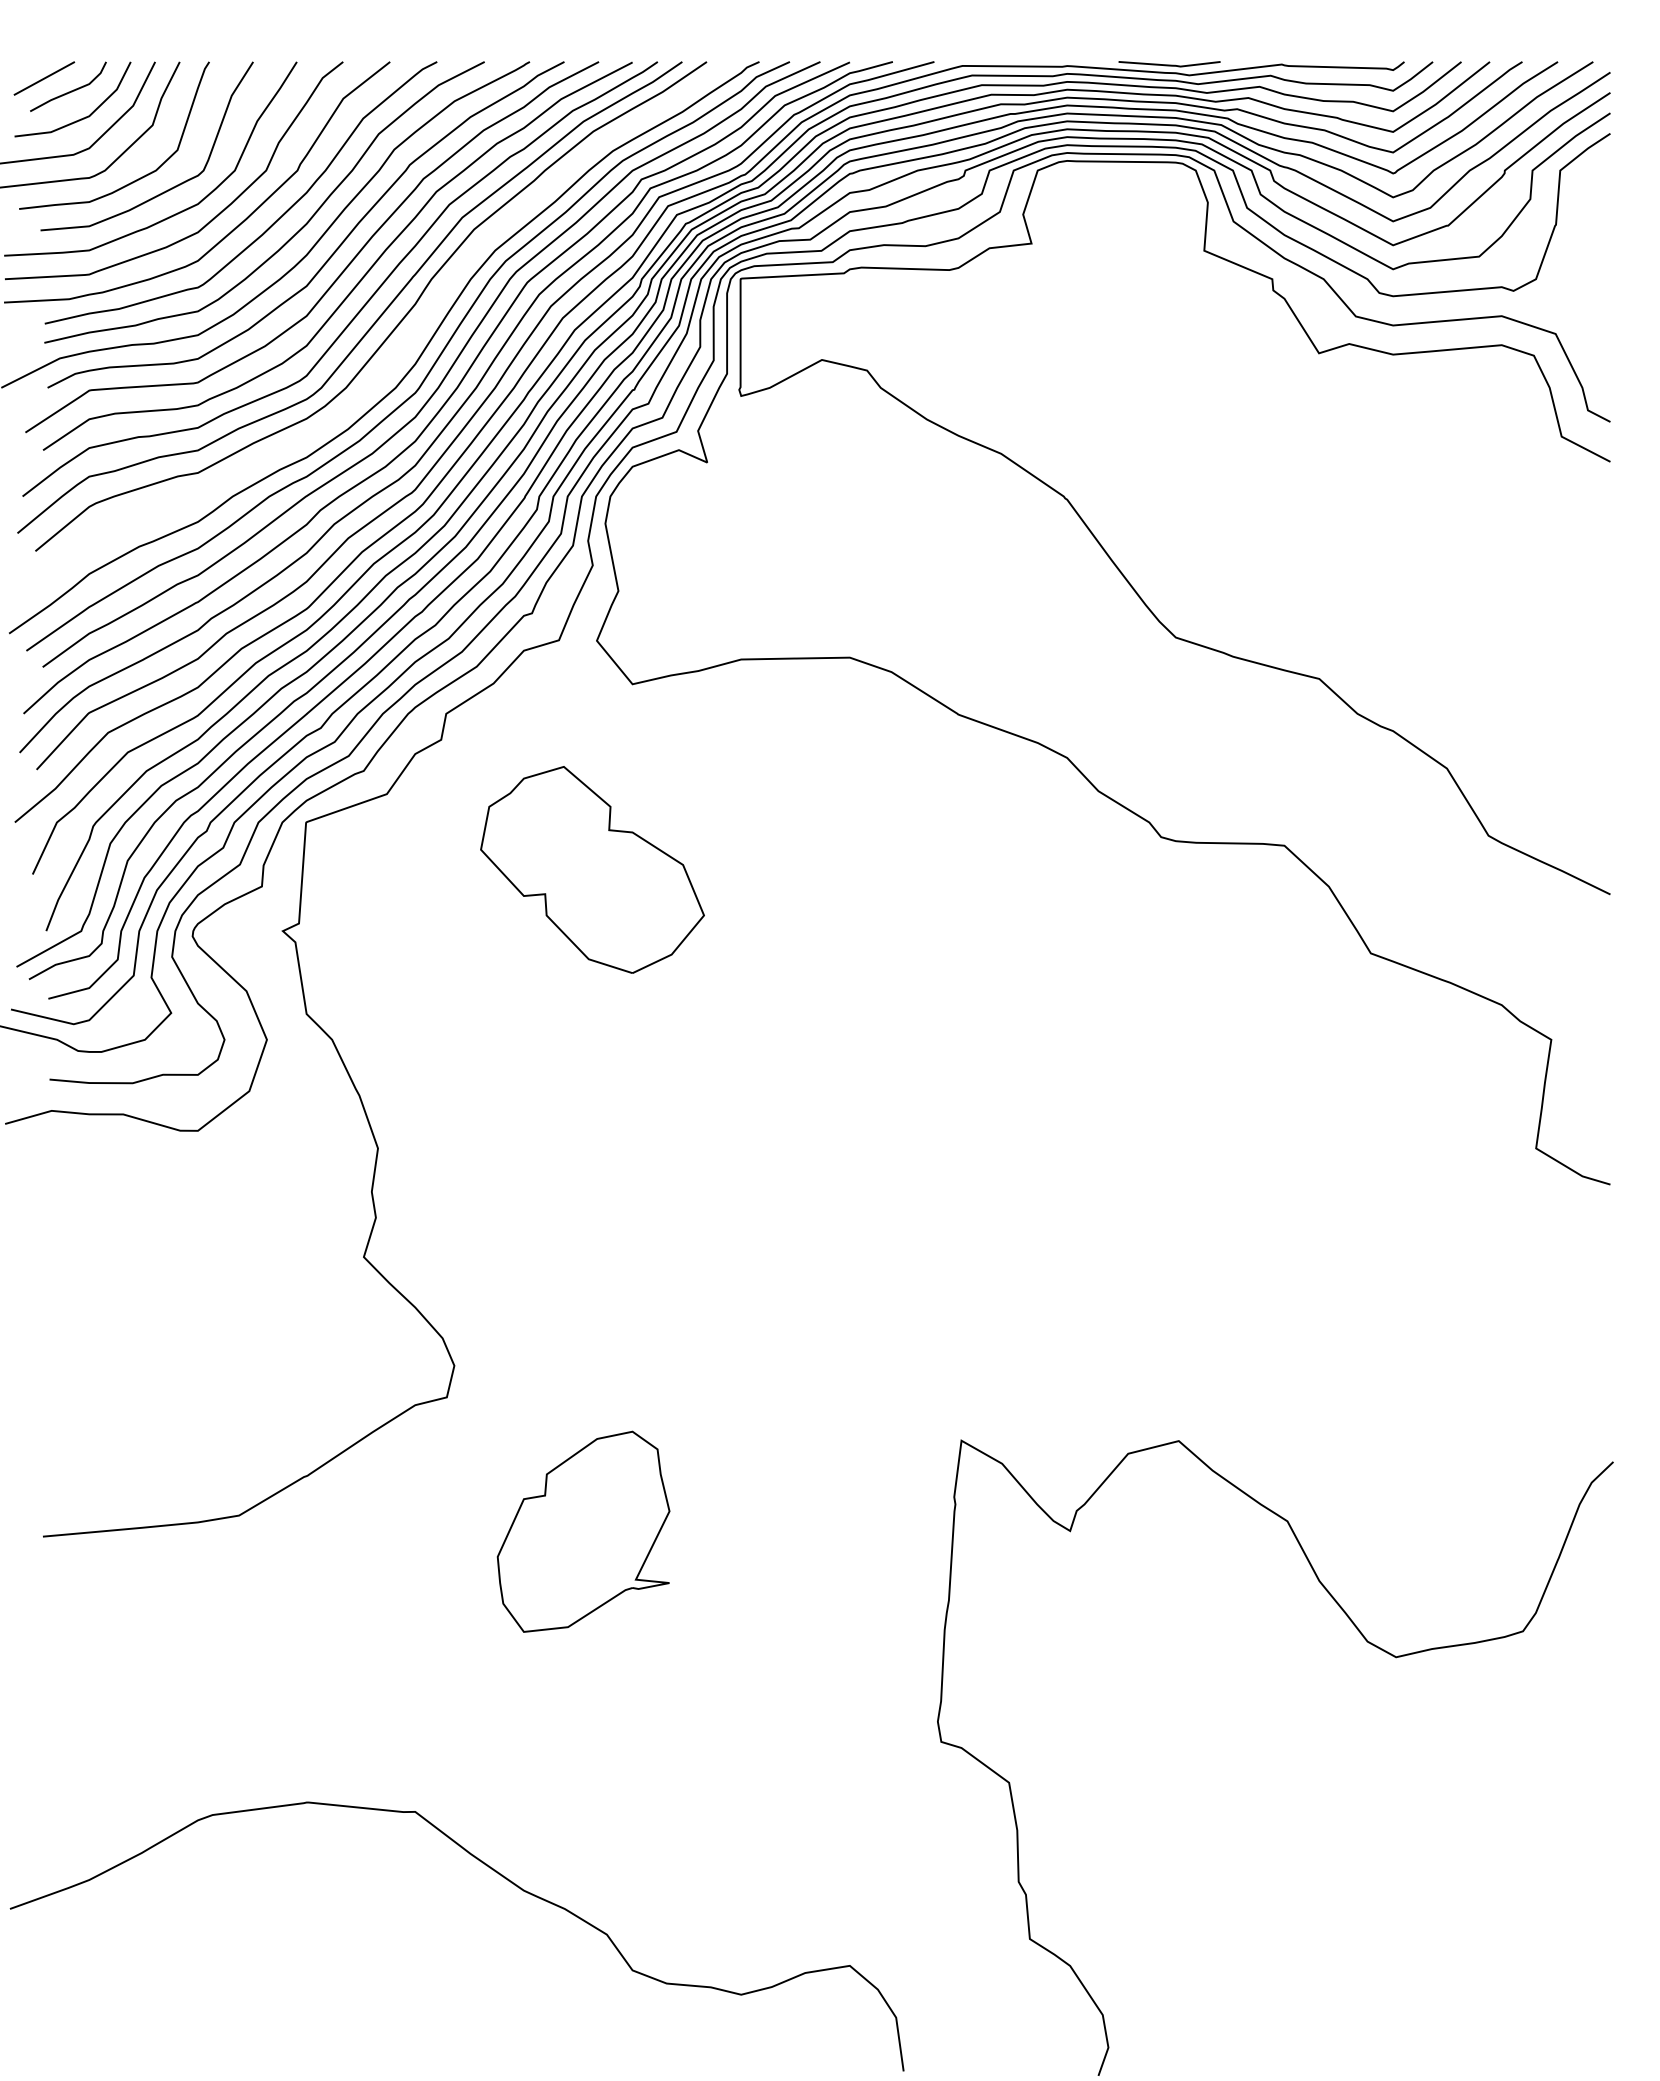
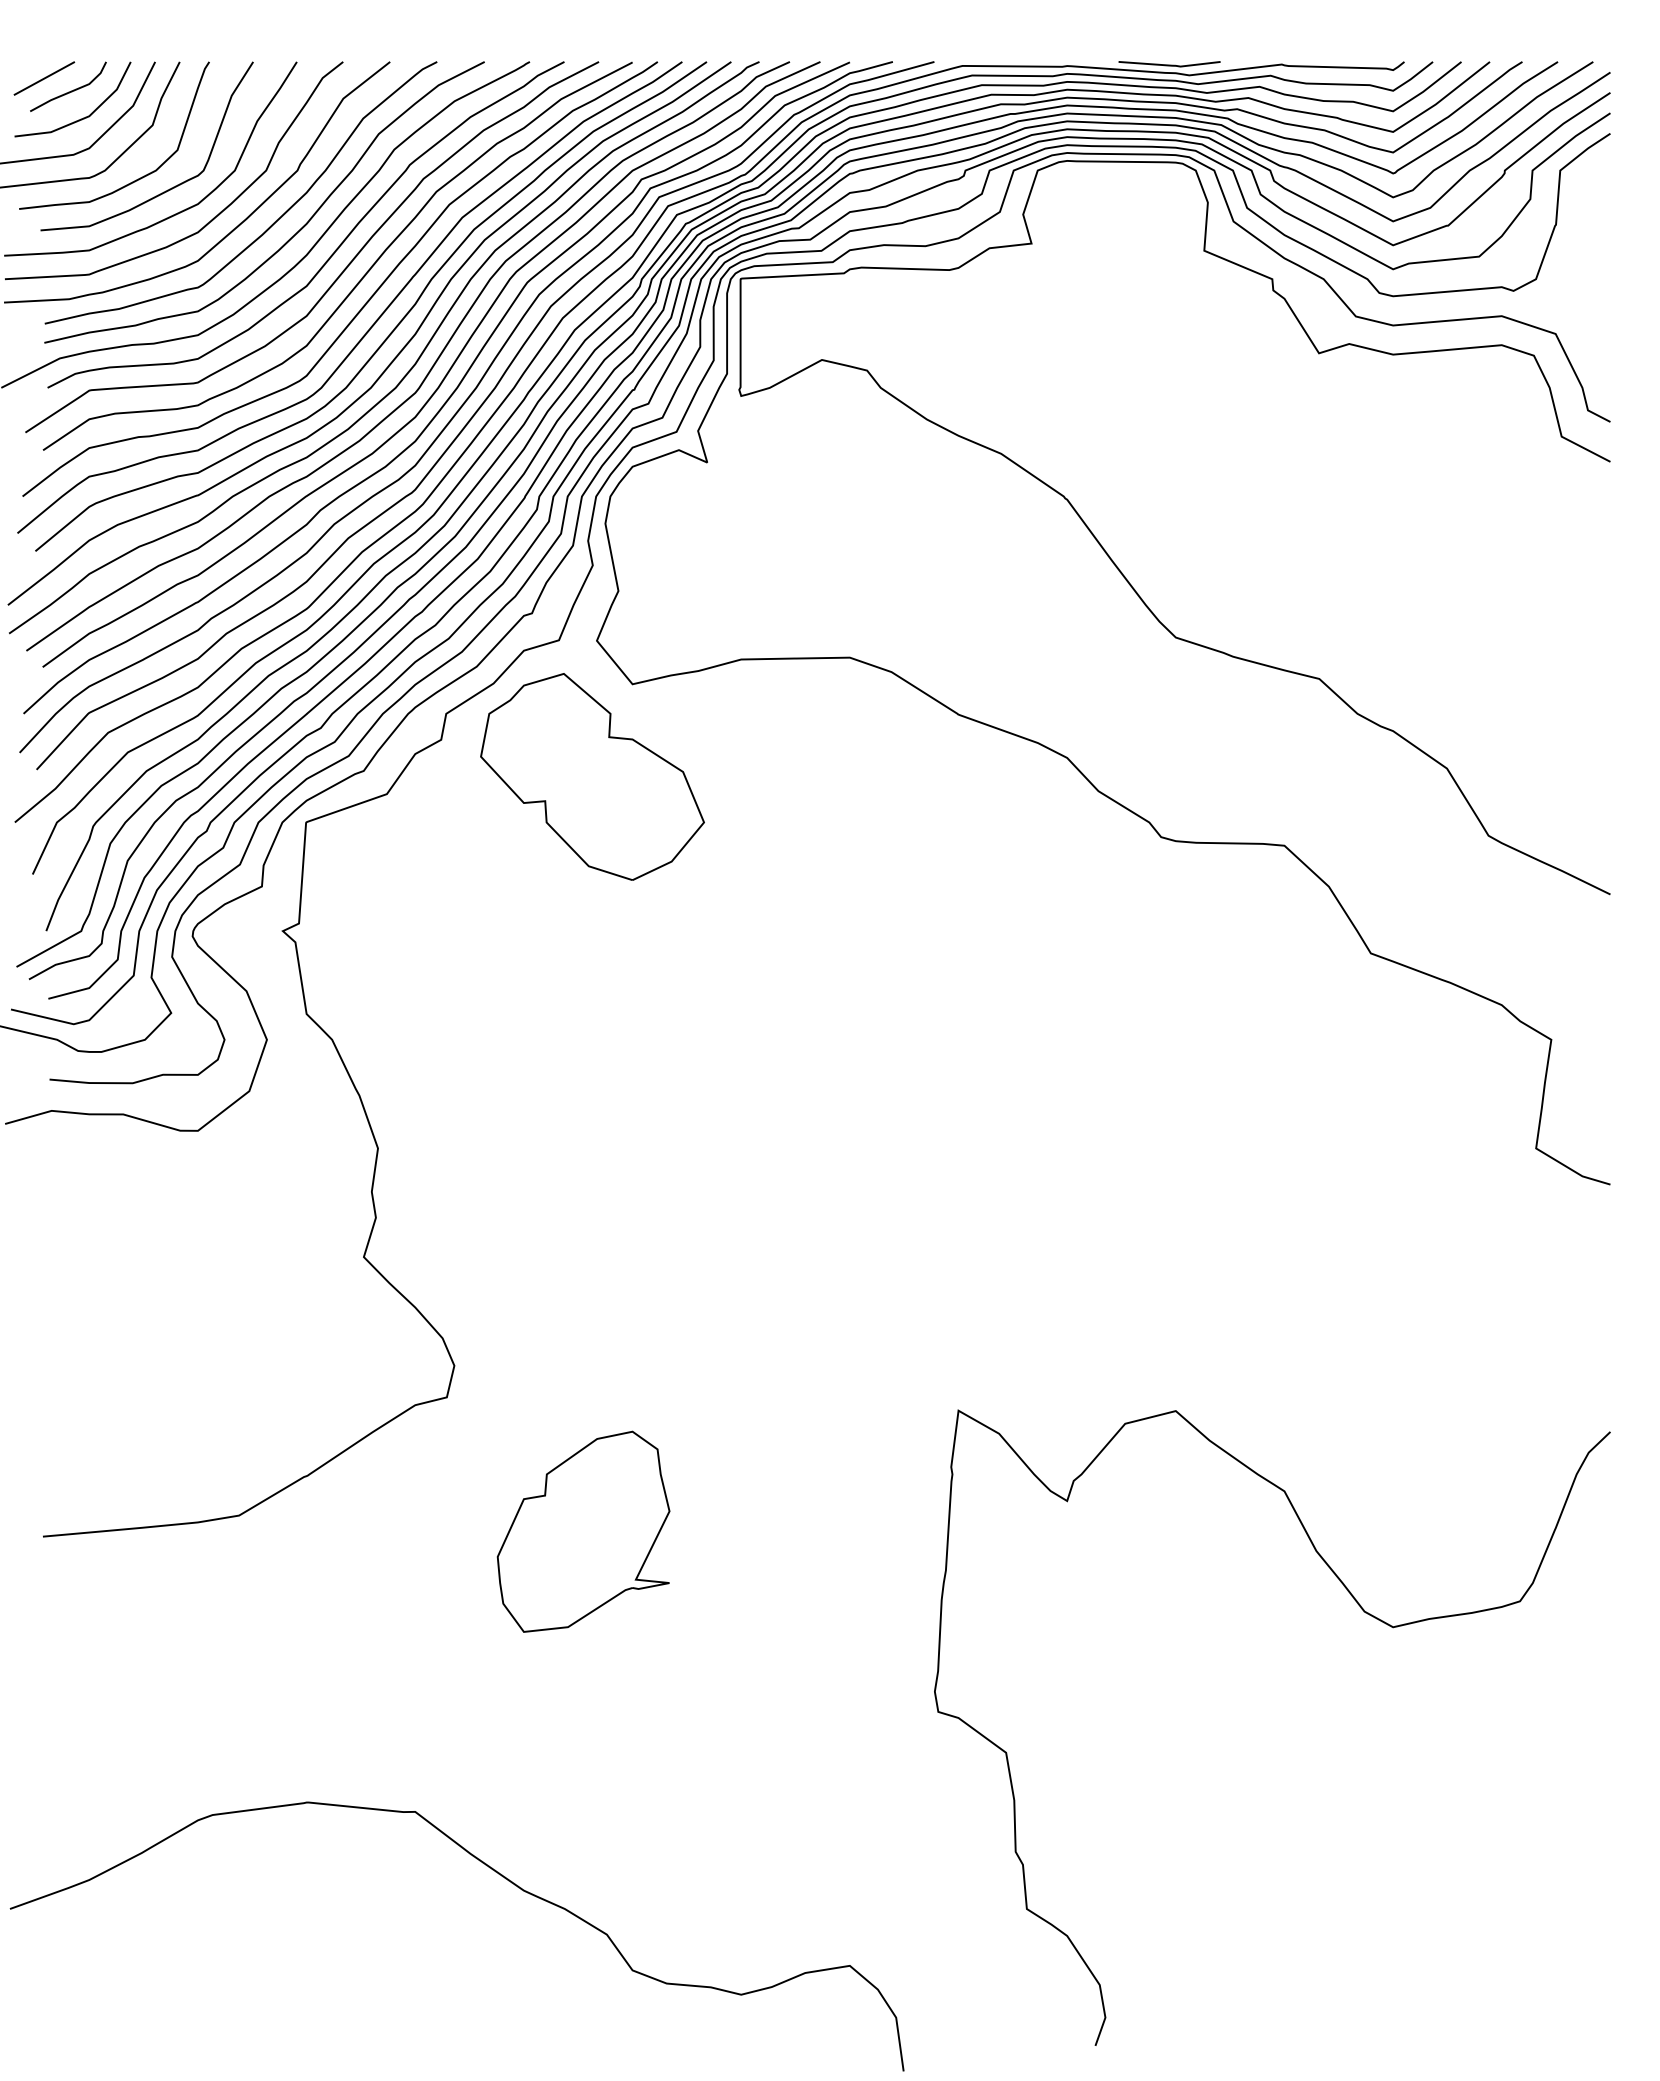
curve at (394, 357): none -> present
part at (592, 869) position: (592, 869) -> (592, 776)
curve at (1368, 1643) position: (1368, 1643) -> (1365, 1613)
